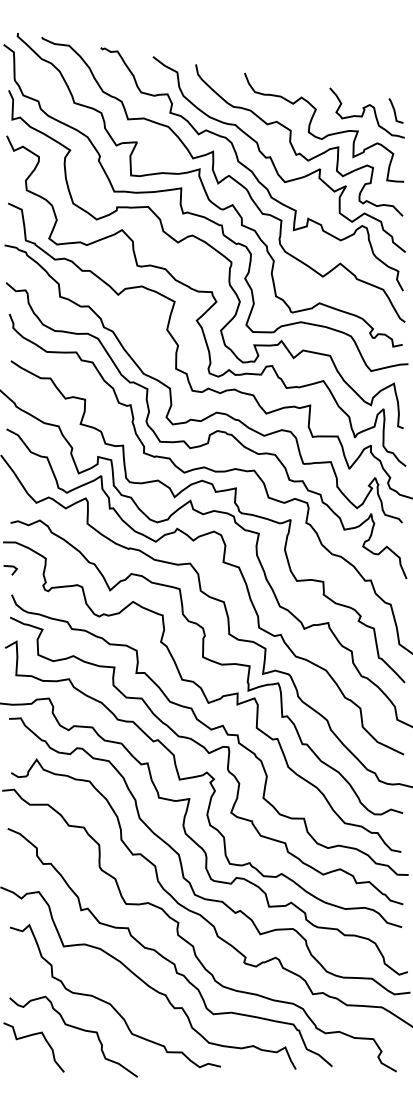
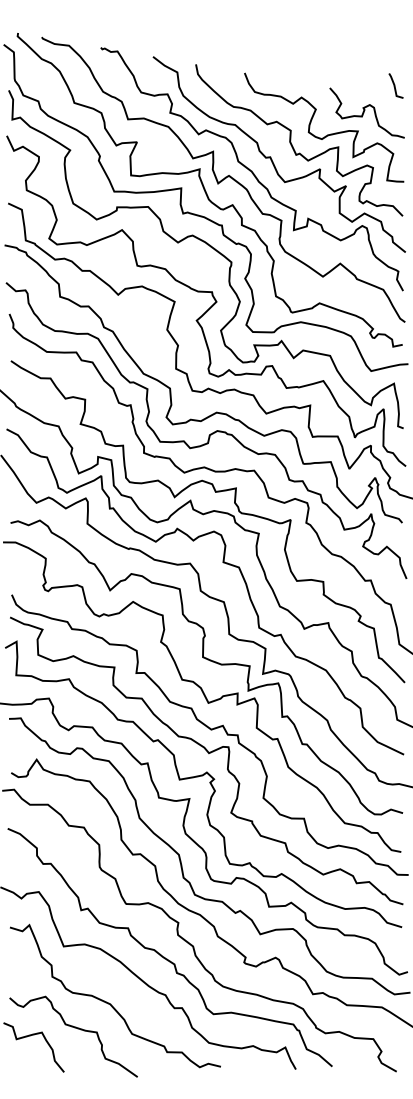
line at (395, 110) position: (395, 110) -> (395, 85)
line at (12, 572): present -> none
